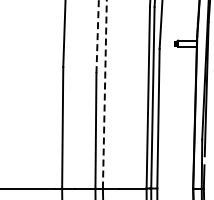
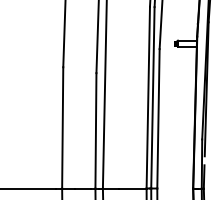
line at (97, 36): dashed -> solid
line at (104, 93): dashed -> solid
